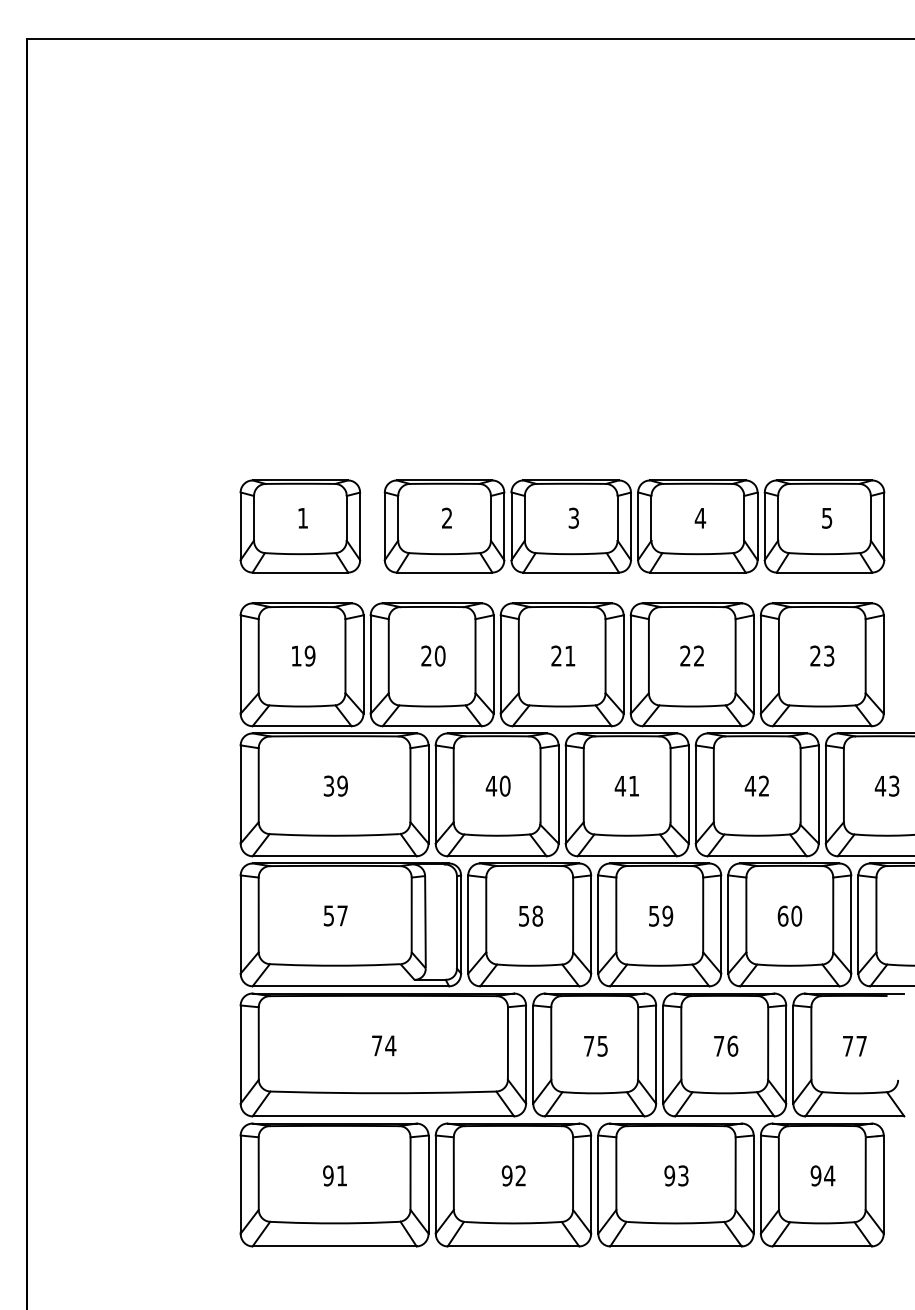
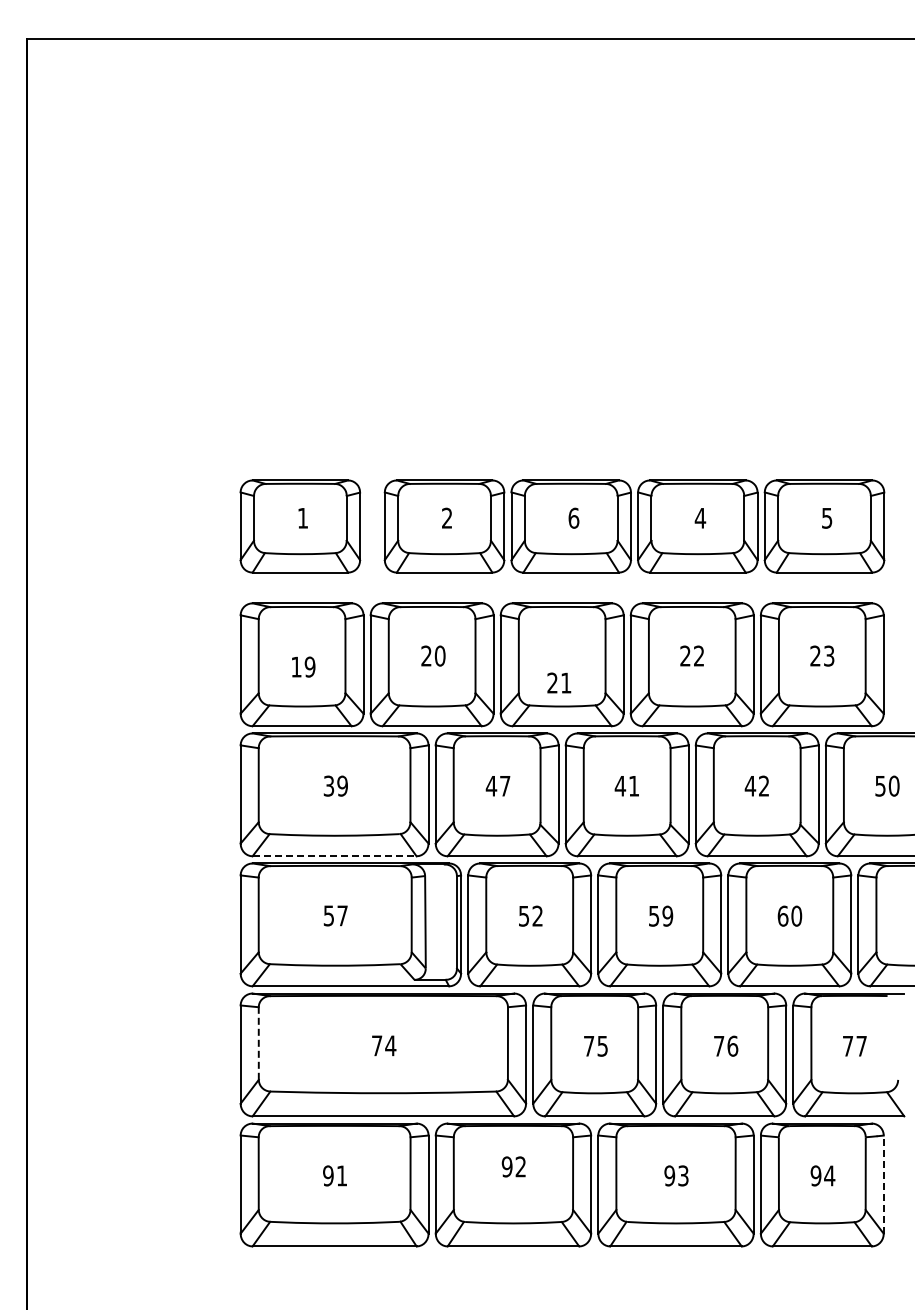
text at (573, 517): 3 -> 6
text at (303, 655) position: (303, 655) -> (303, 666)
text at (563, 655) position: (563, 655) -> (559, 682)
text at (504, 785): 40 -> 47
text at (886, 785): 43 -> 50
line at (334, 856): solid -> dashed
text at (537, 915): 58 -> 52
line at (258, 1043): solid -> dashed
text at (513, 1175) position: (513, 1175) -> (513, 1166)
line at (883, 1184): solid -> dashed
